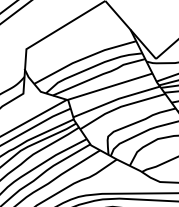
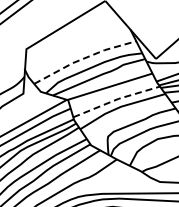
line at (83, 58): solid -> dashed
line at (116, 99): solid -> dashed
